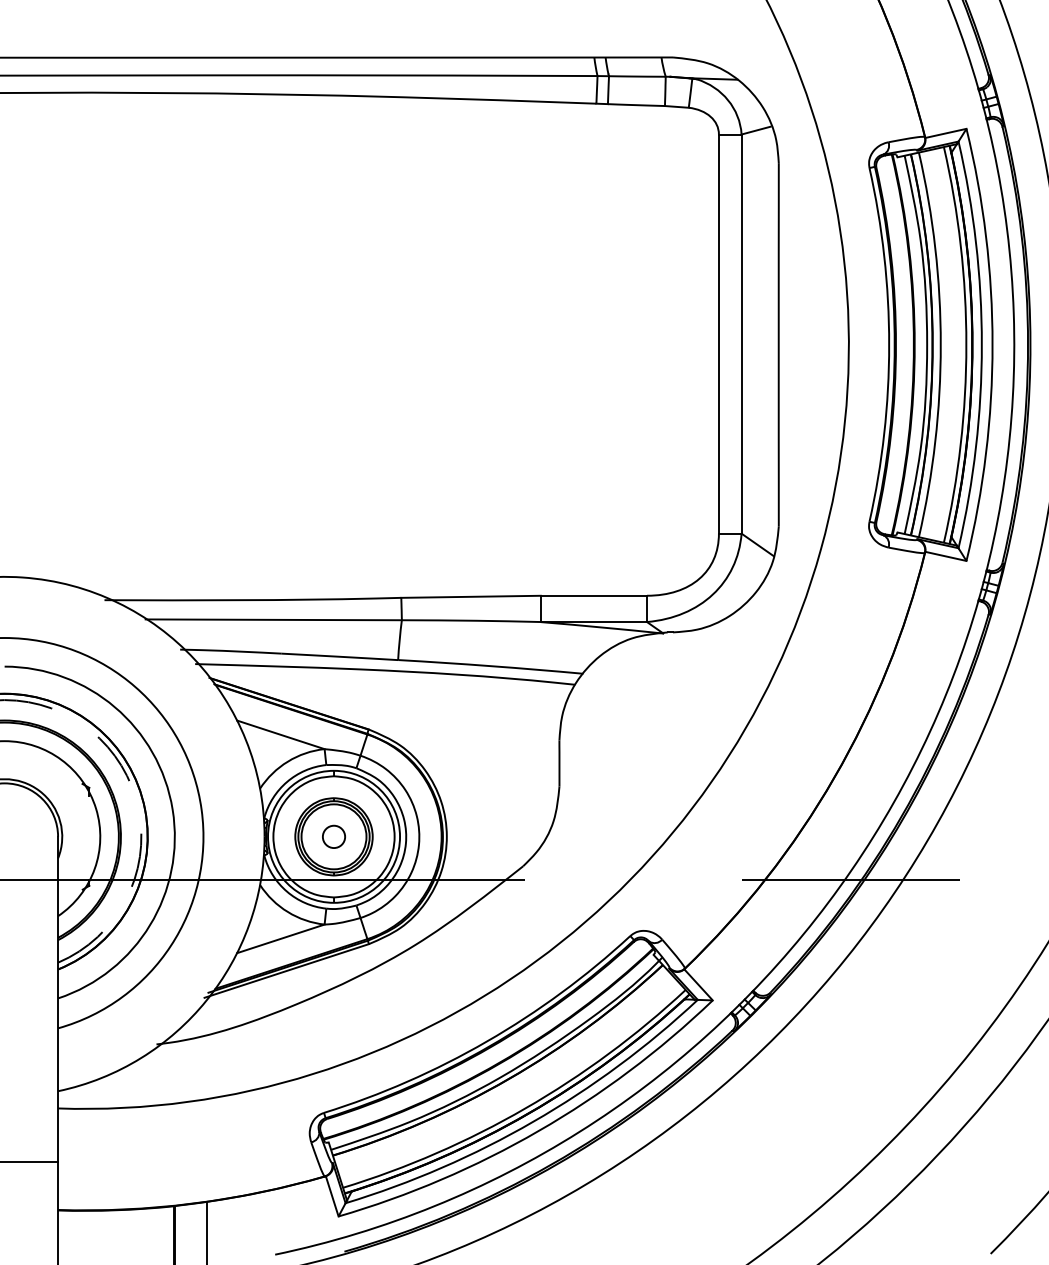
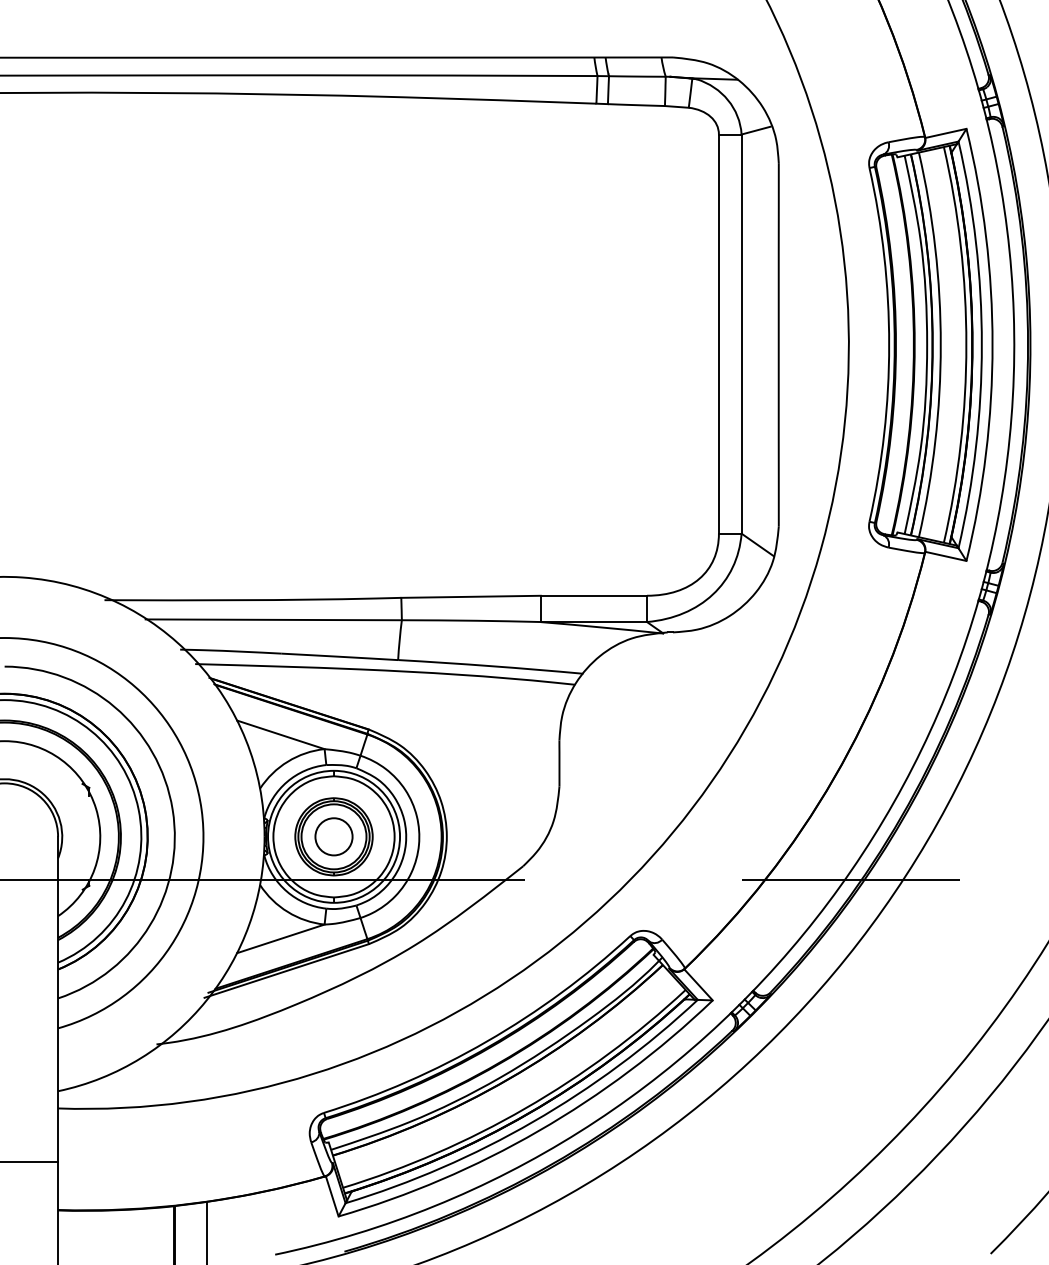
arc at (138, 807): dashed -> solid
circle at (333, 836) size: 24x25 px -> 40x40 px
